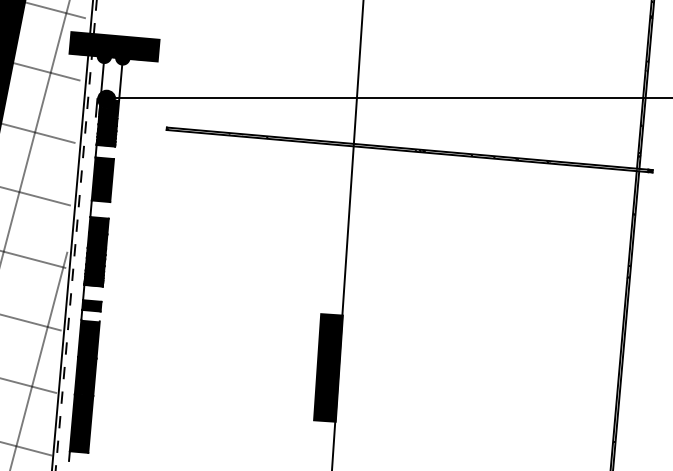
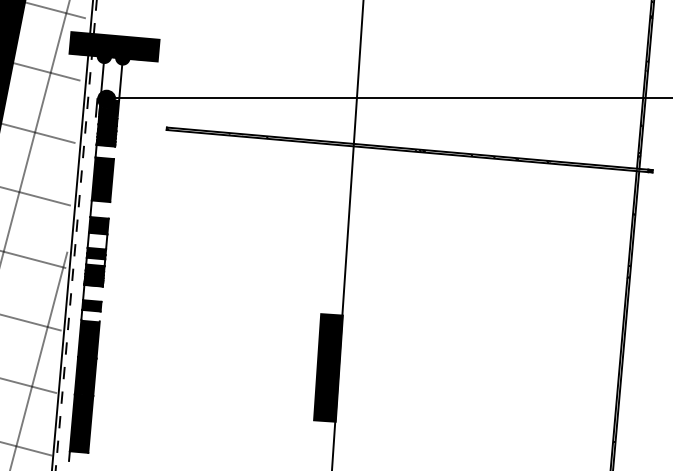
fill at (97, 240): present -> none
fill at (95, 261): present -> none
